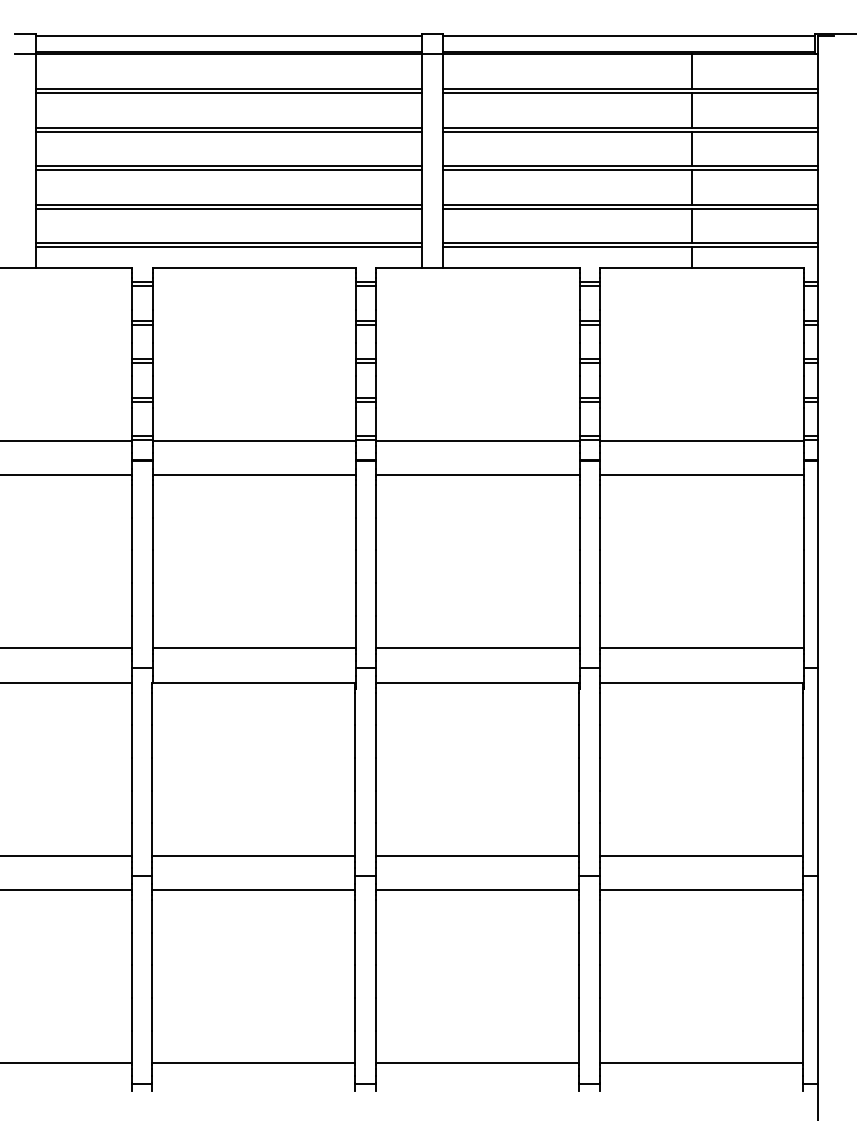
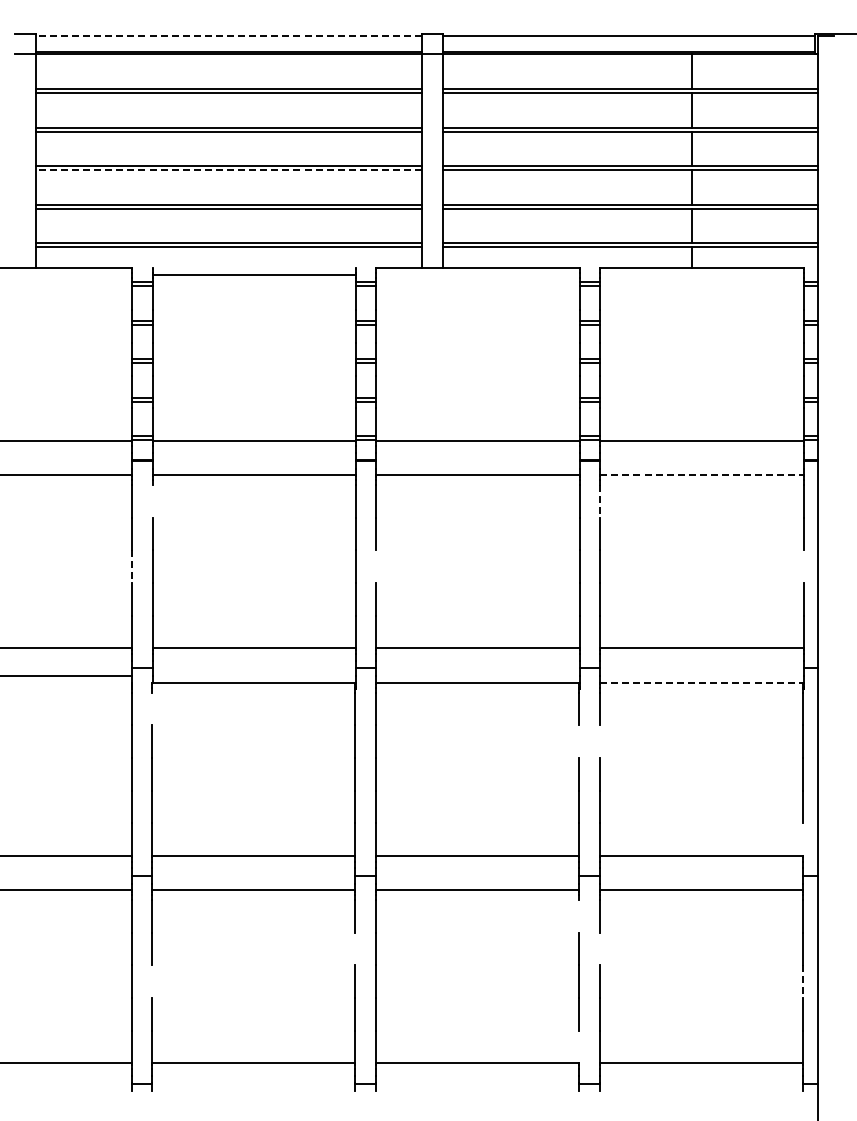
line at (228, 35): solid -> dashed
line at (228, 170): solid -> dashed
line at (254, 267) position: (254, 267) -> (254, 274)
line at (701, 475): solid -> dashed
line at (152, 501): present -> none
line at (600, 501): solid -> dashed
line at (376, 566): present -> none
line at (803, 566): present -> none
line at (132, 567): solid -> dashed
line at (66, 682) position: (66, 682) -> (66, 675)
line at (701, 682): solid -> dashed
line at (151, 708): present -> none
line at (579, 741): present -> none
line at (599, 741): present -> none
line at (803, 839): present -> none
line at (579, 916): present -> none
line at (355, 948): present -> none
line at (599, 948): present -> none
line at (151, 981): present -> none
line at (803, 982): solid -> dashed
line at (579, 1046): present -> none
